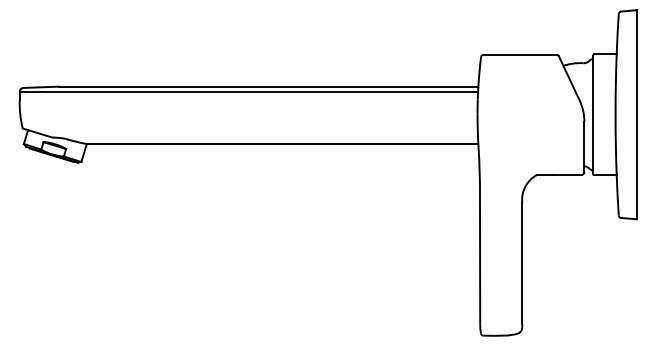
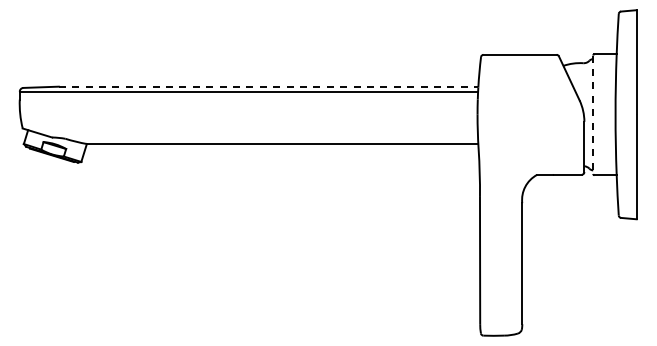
line at (268, 86): solid -> dashed
line at (593, 115): solid -> dashed
